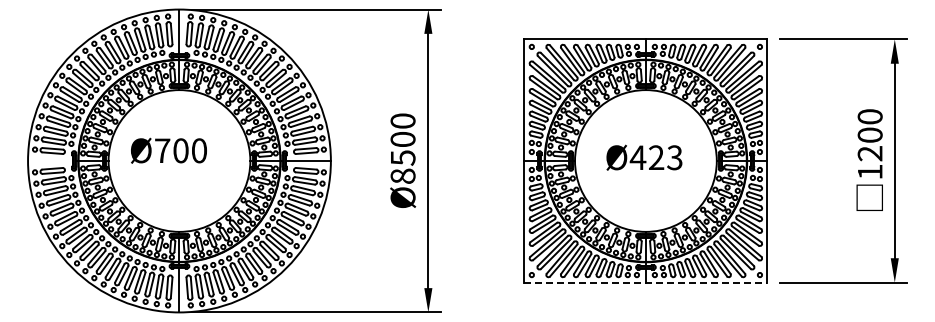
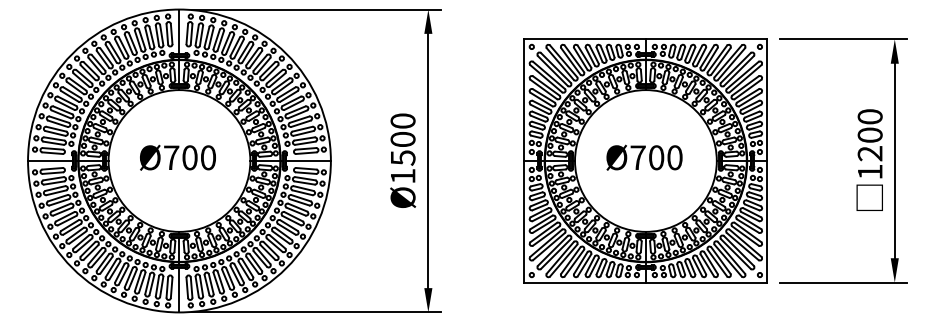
text at (168, 150) position: (168, 150) -> (177, 157)
text at (655, 157): Ø423 -> Ø700
line at (50, 161): none -> present
text at (402, 175): Ø8500 -> Ø1500
line at (645, 282): dashed -> solid
